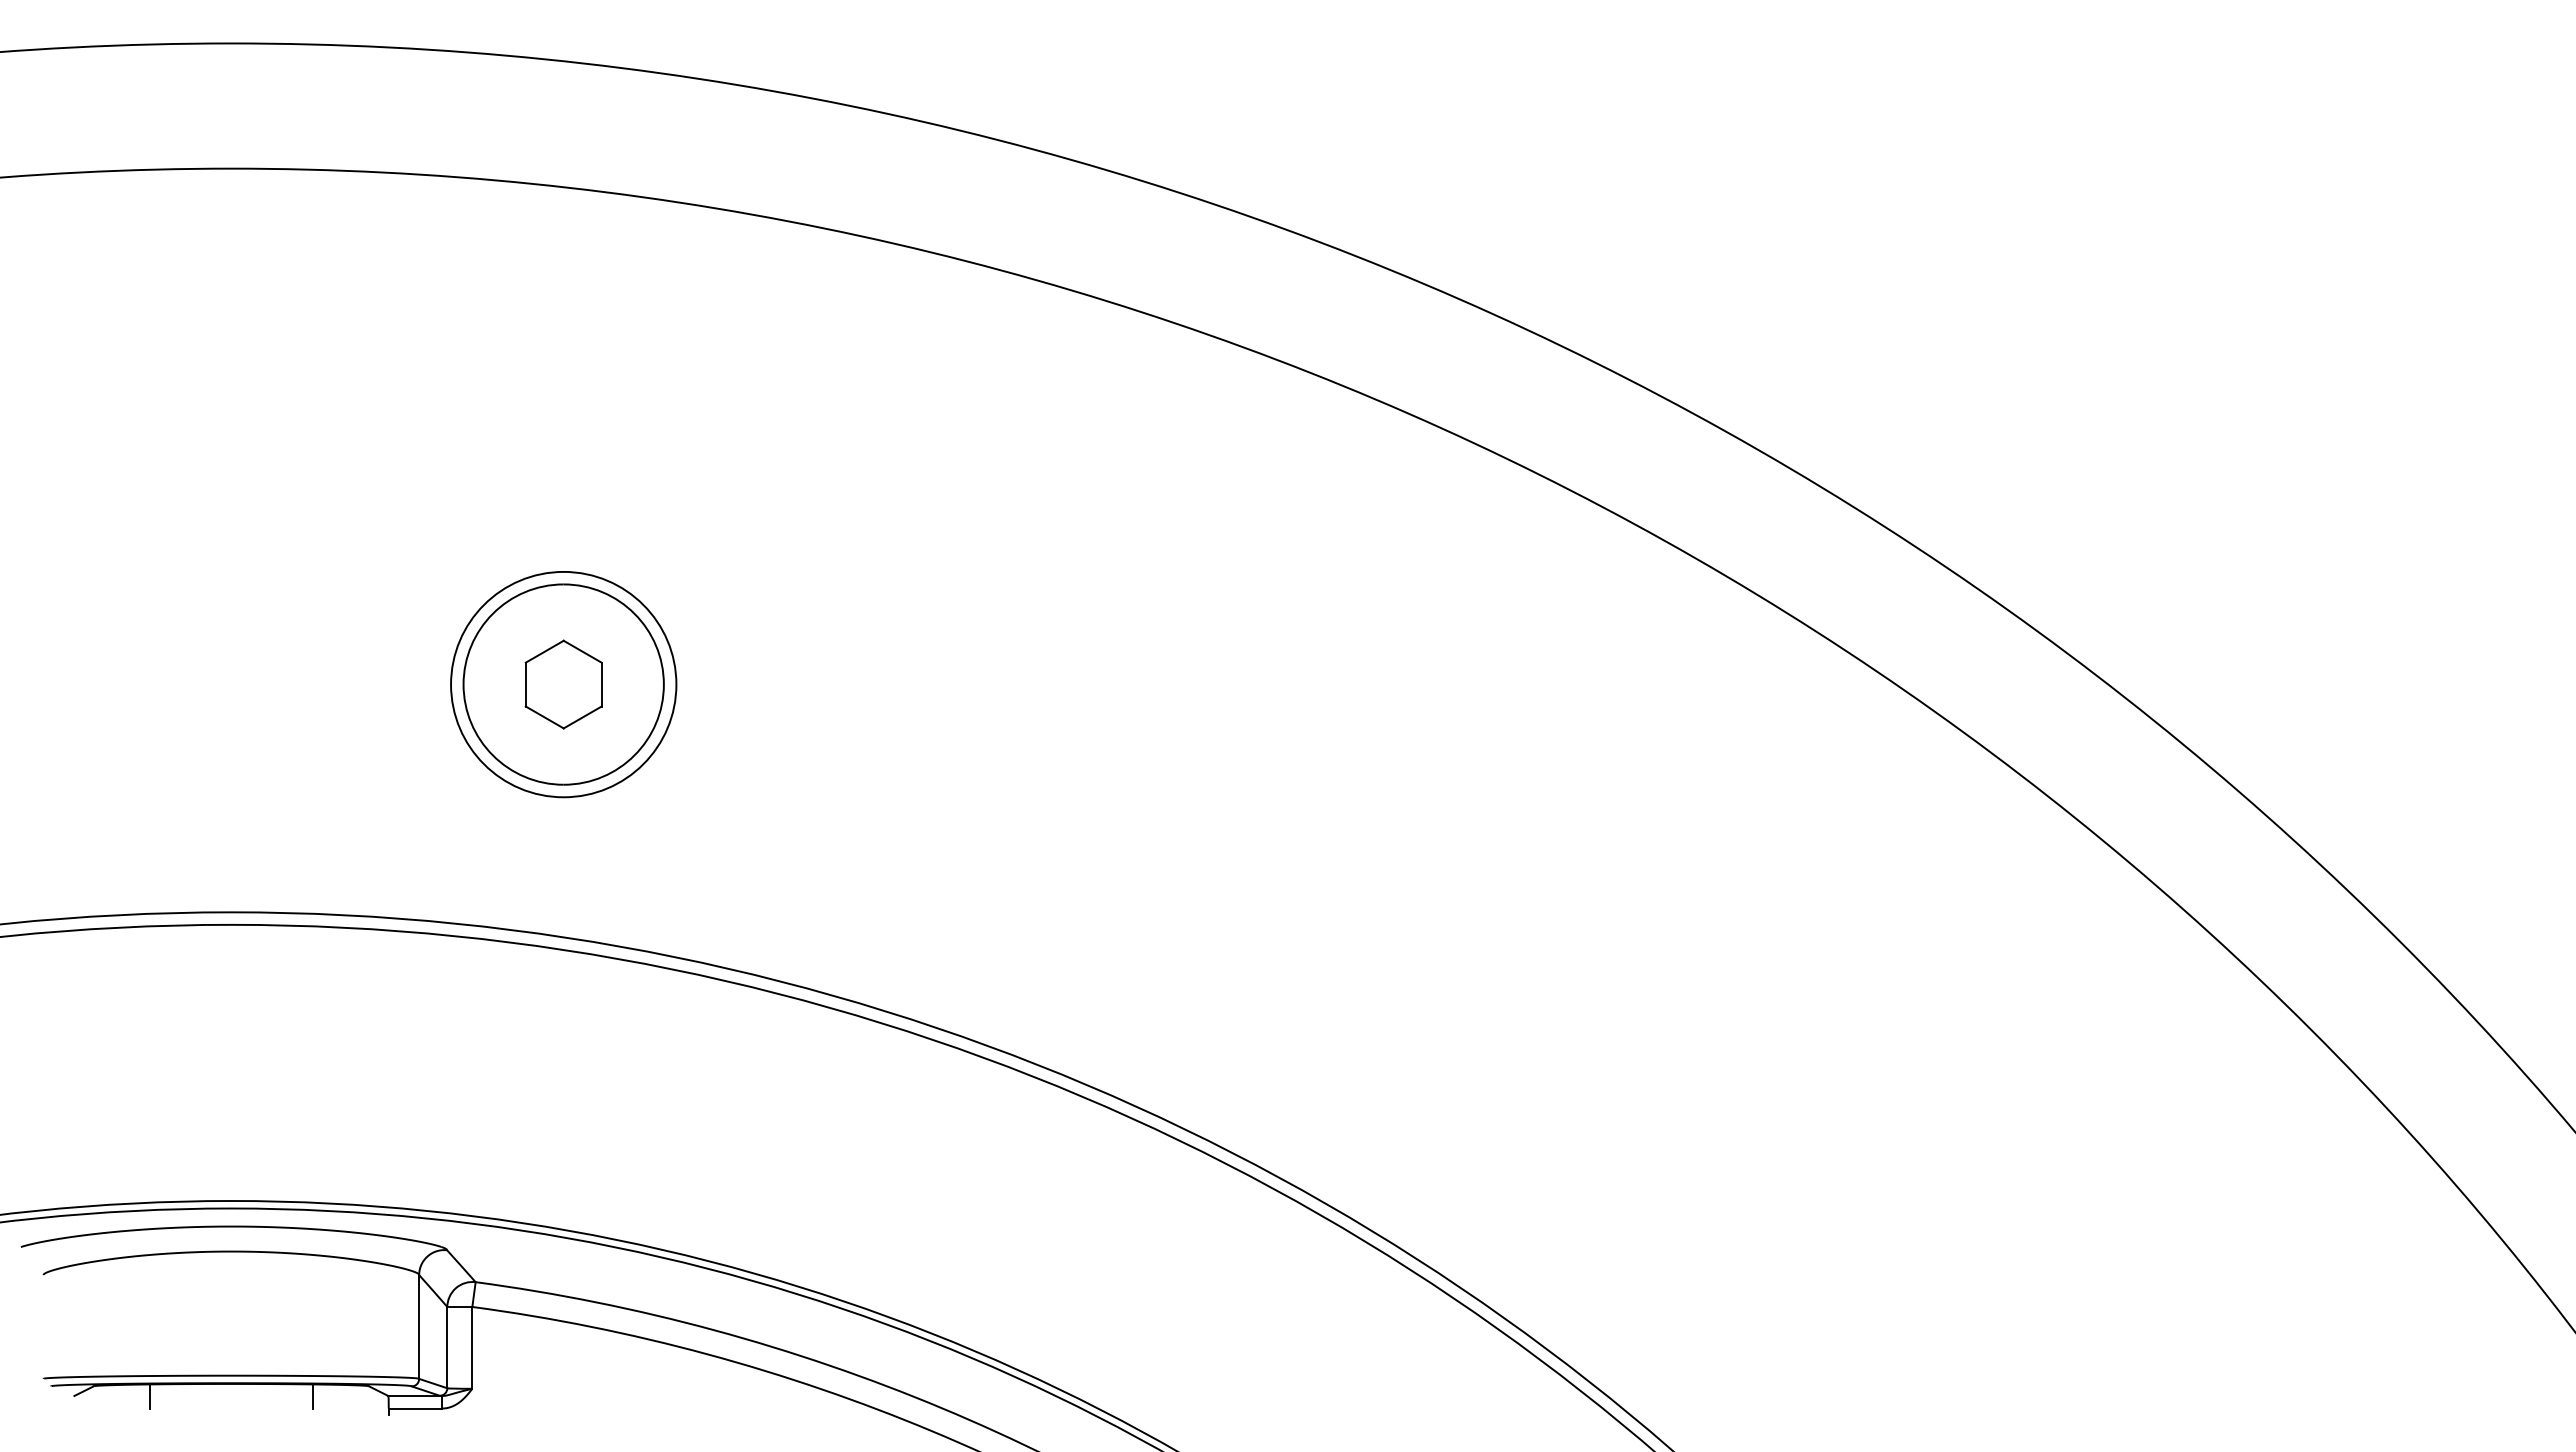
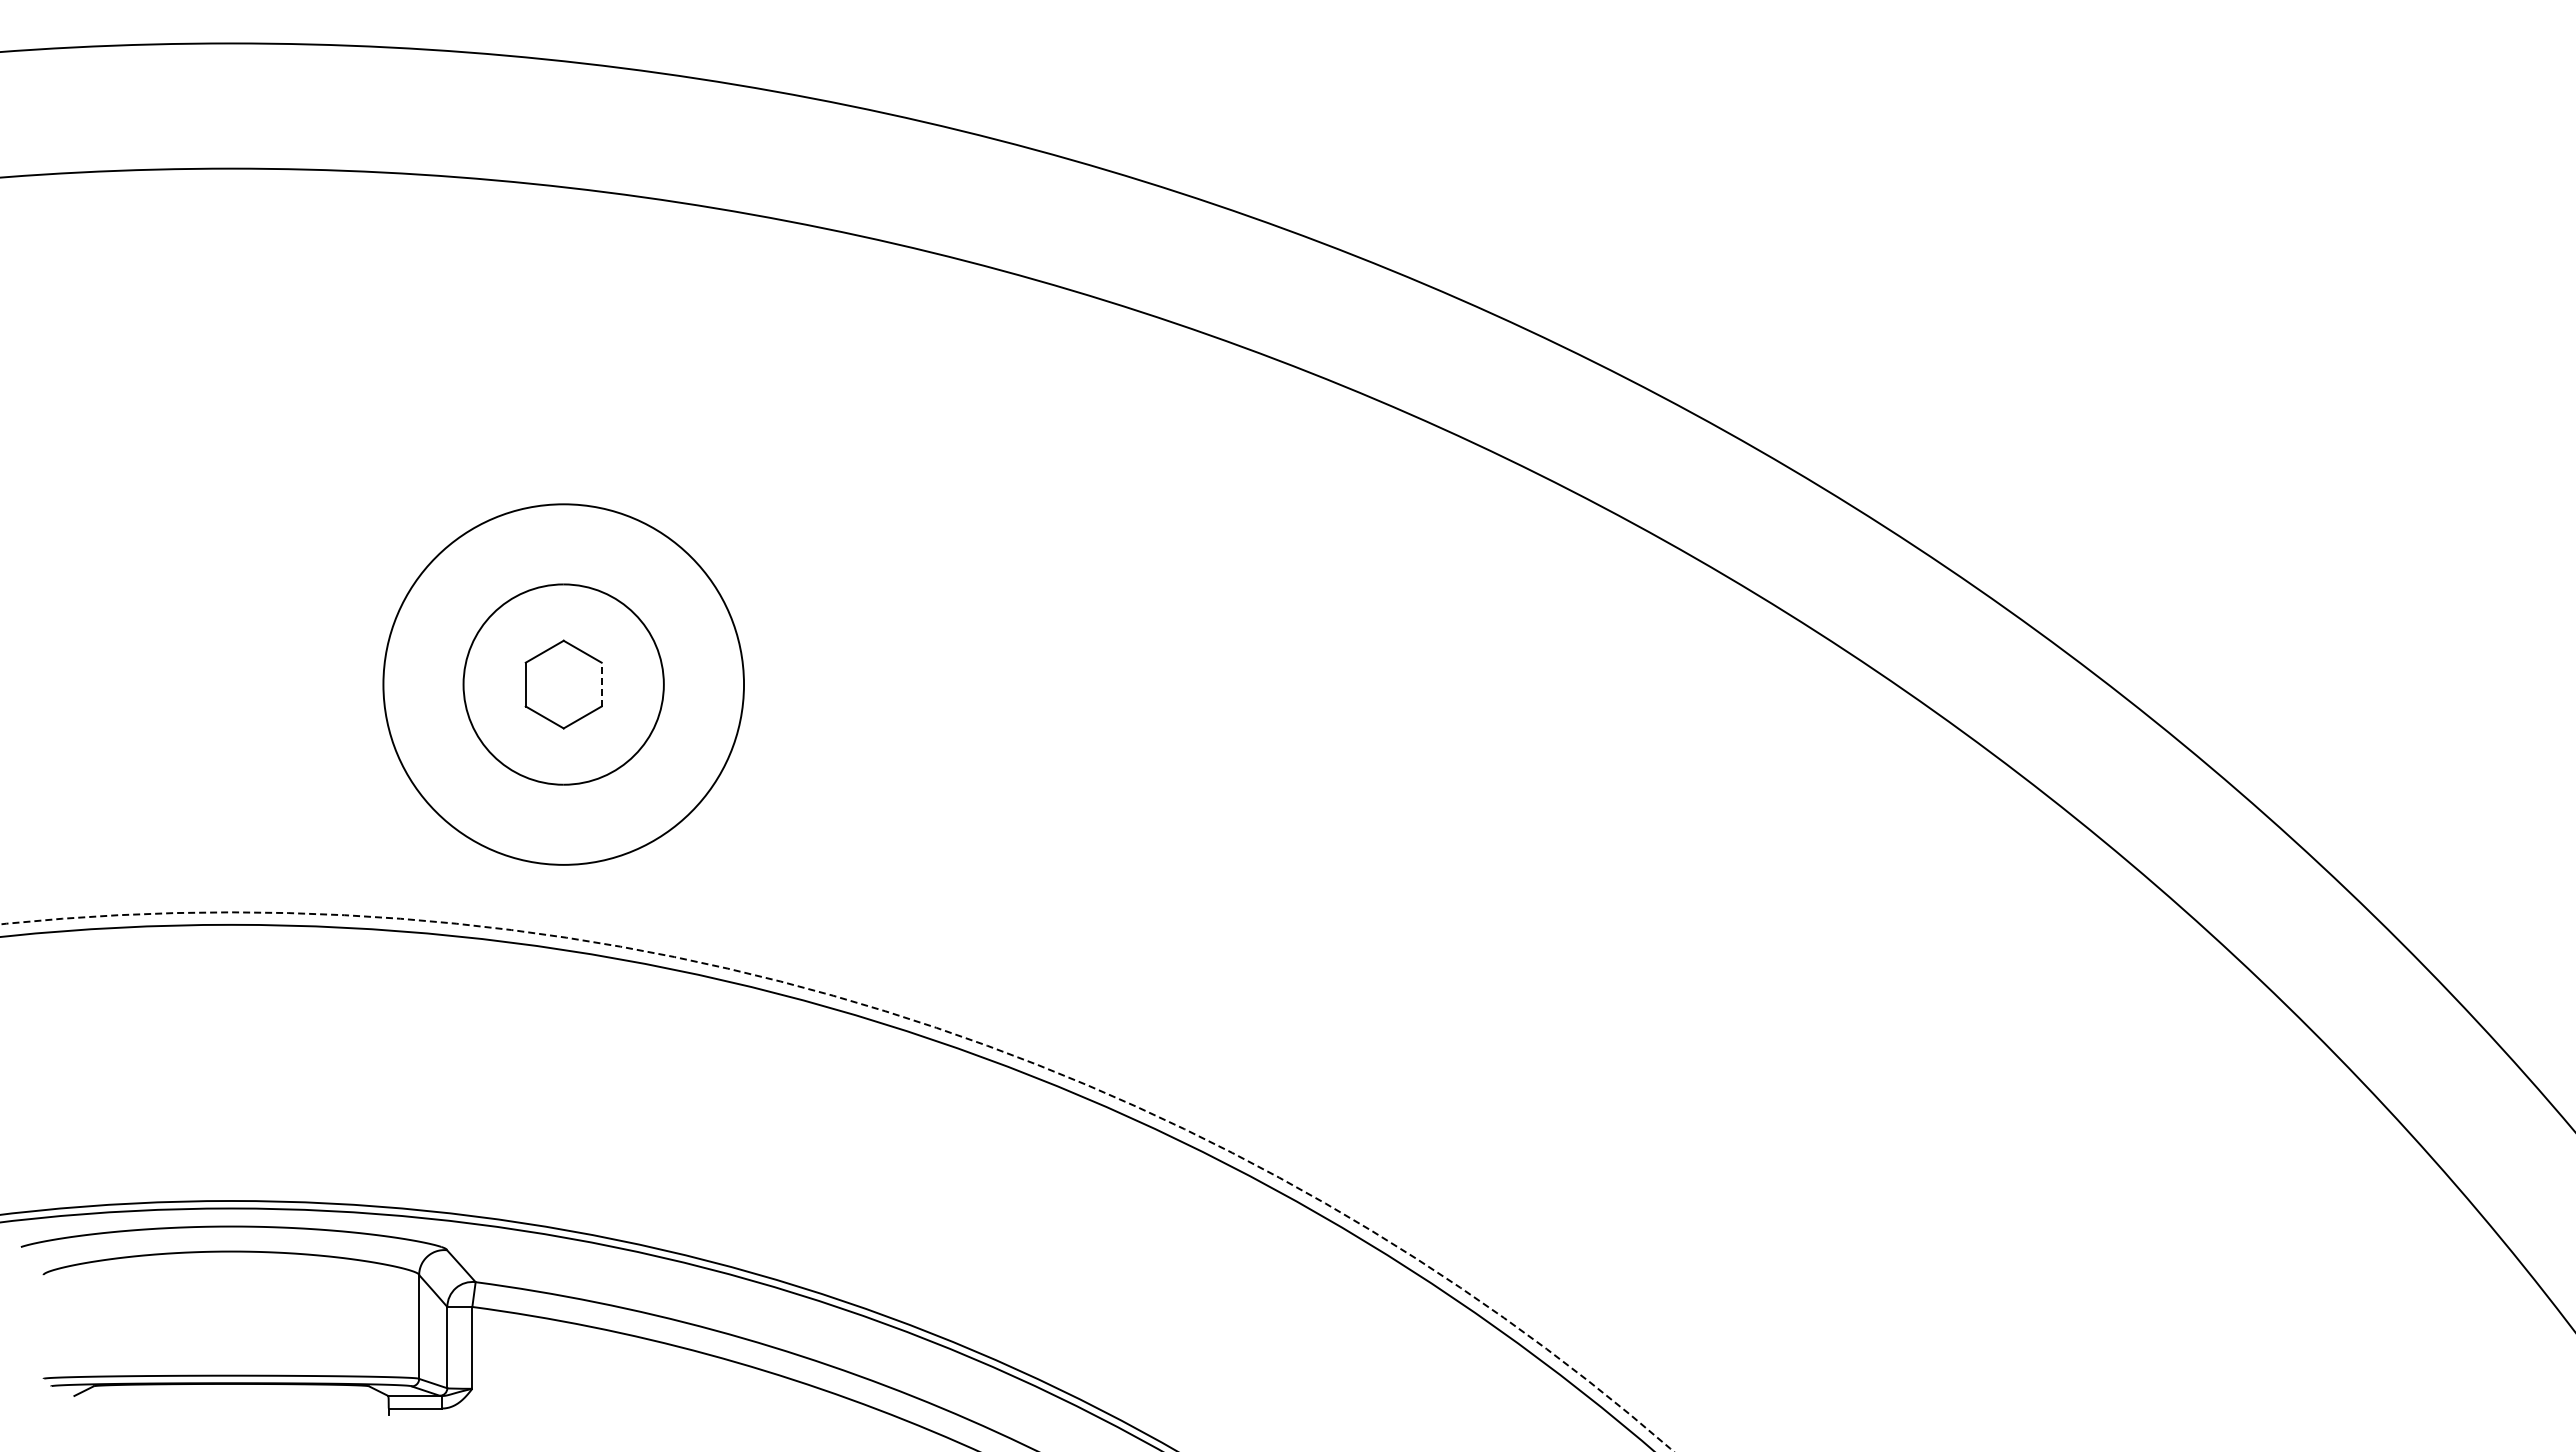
circle at (563, 684) diameter: 225 px -> 361 px
line at (601, 684): solid -> dashed
circle at (836, 1181): solid -> dashed
line at (150, 1396): present -> none
line at (312, 1396): present -> none
